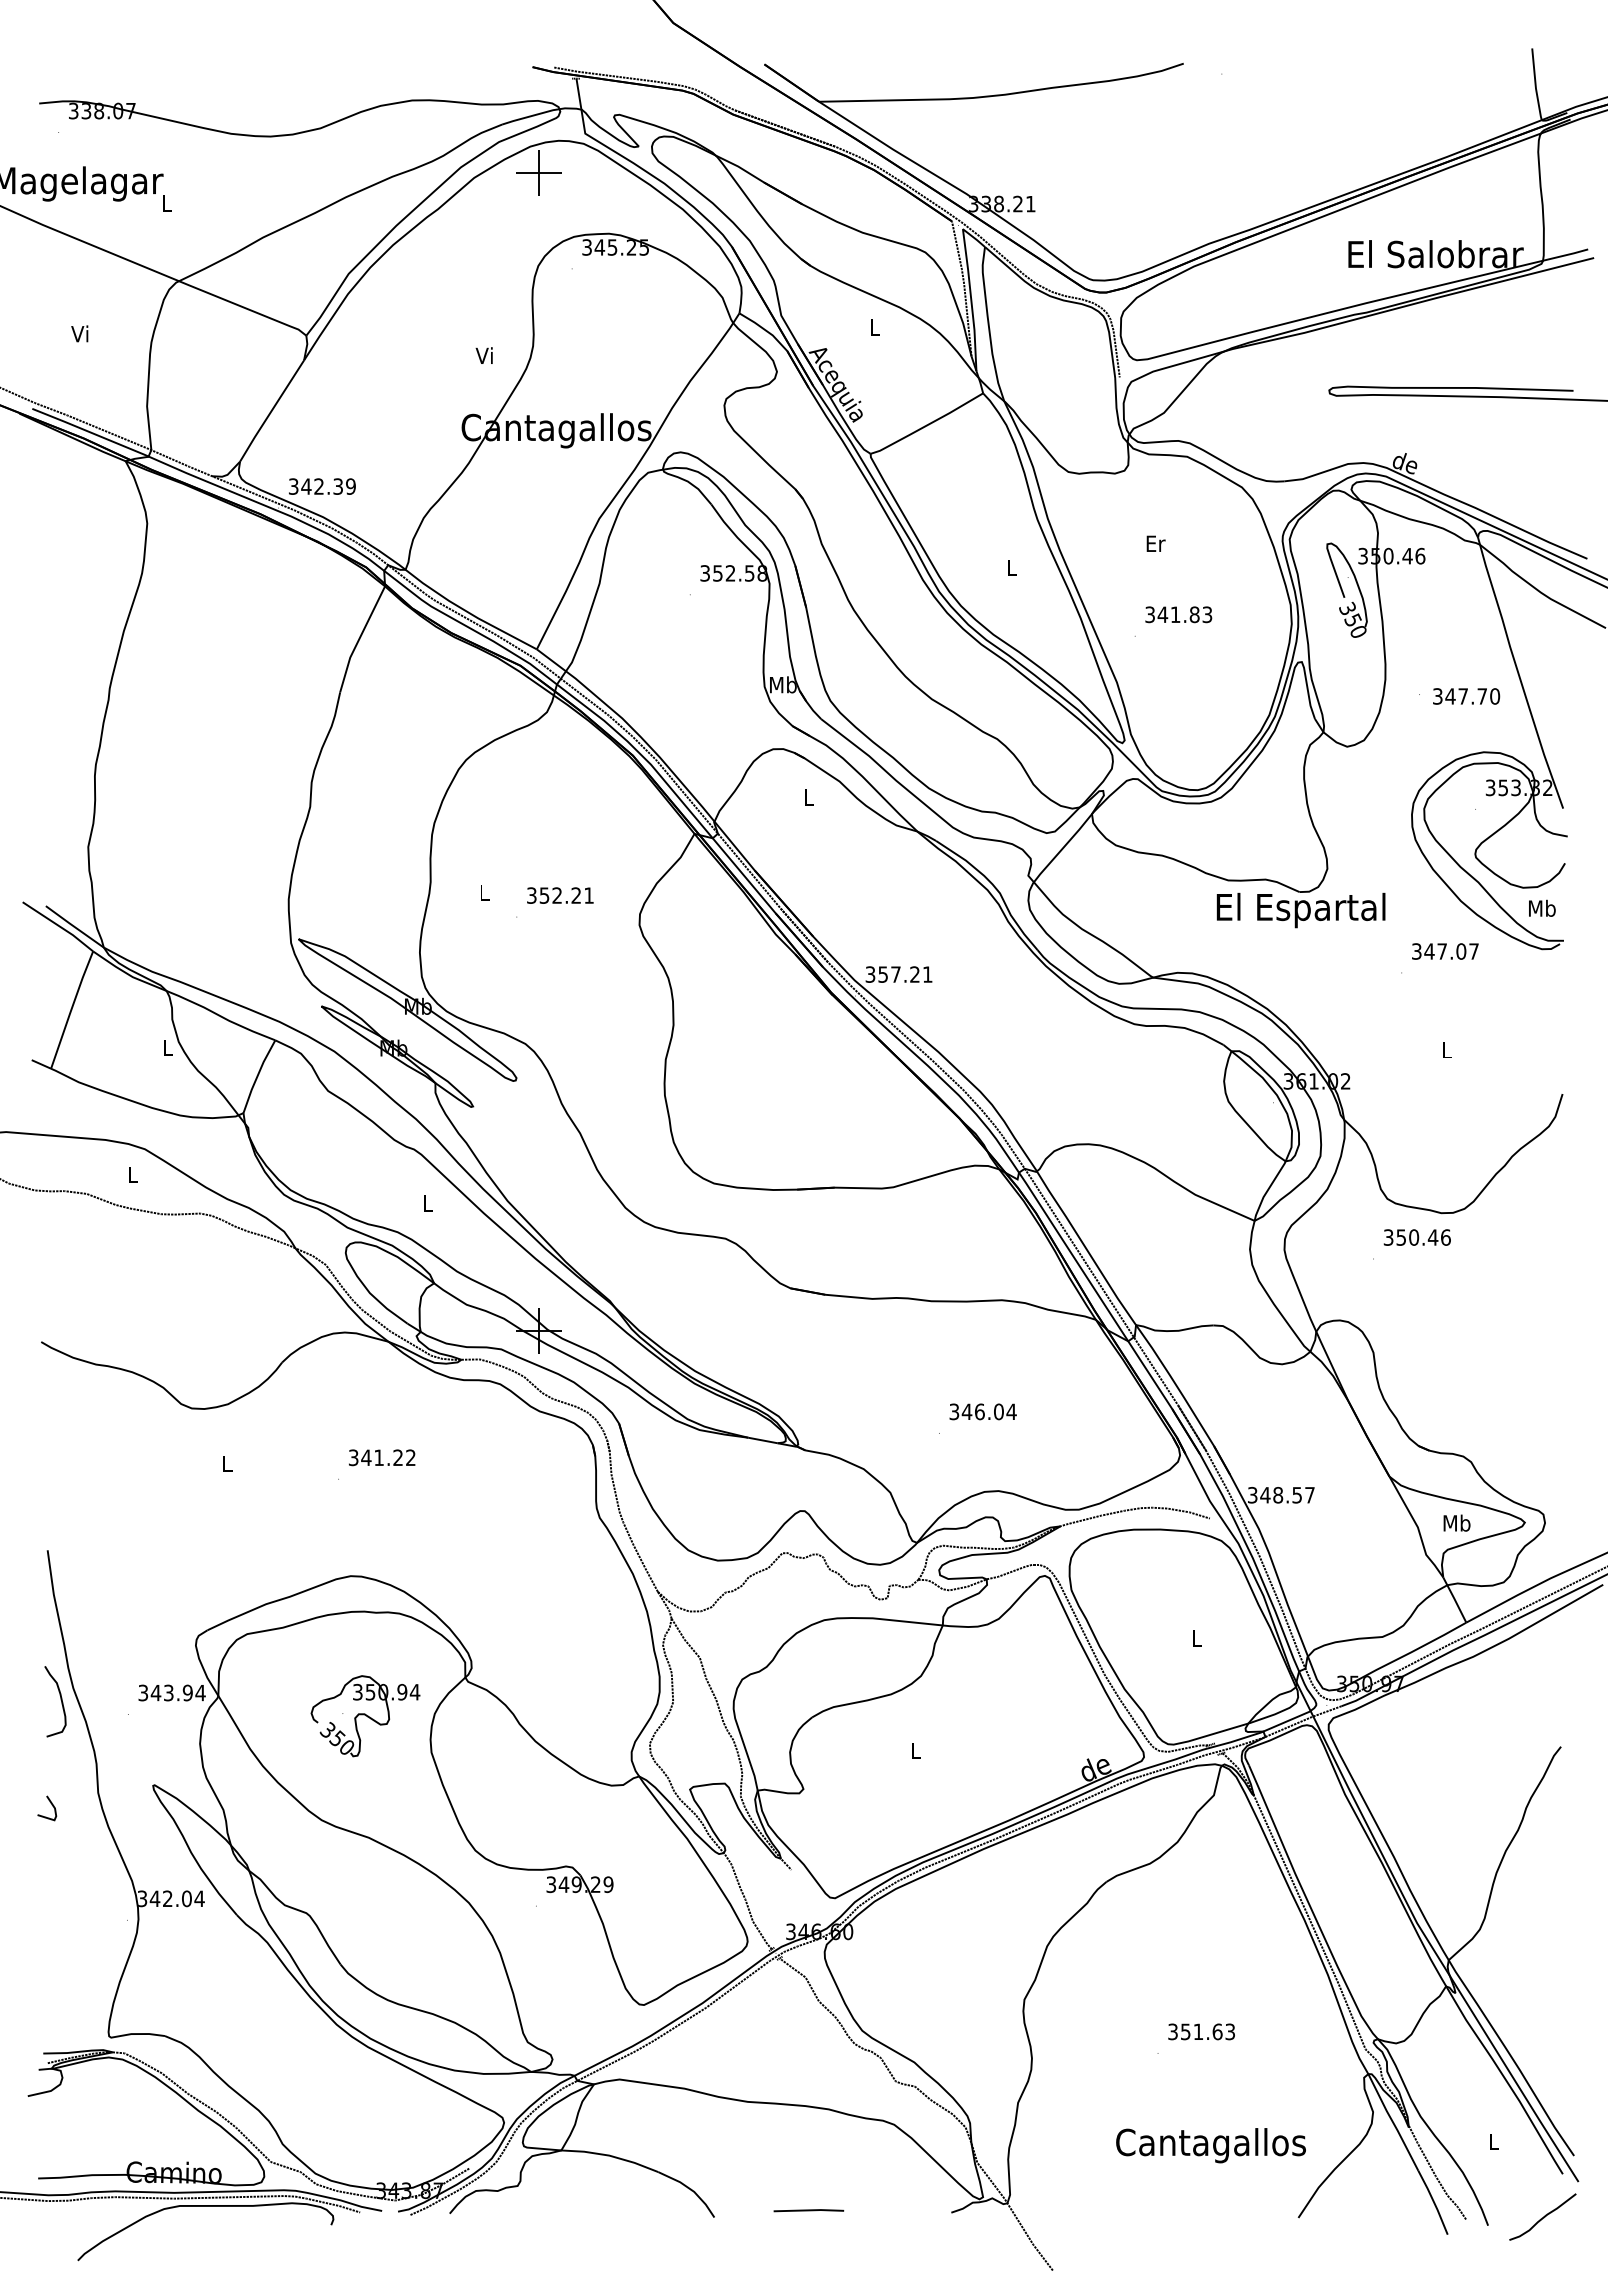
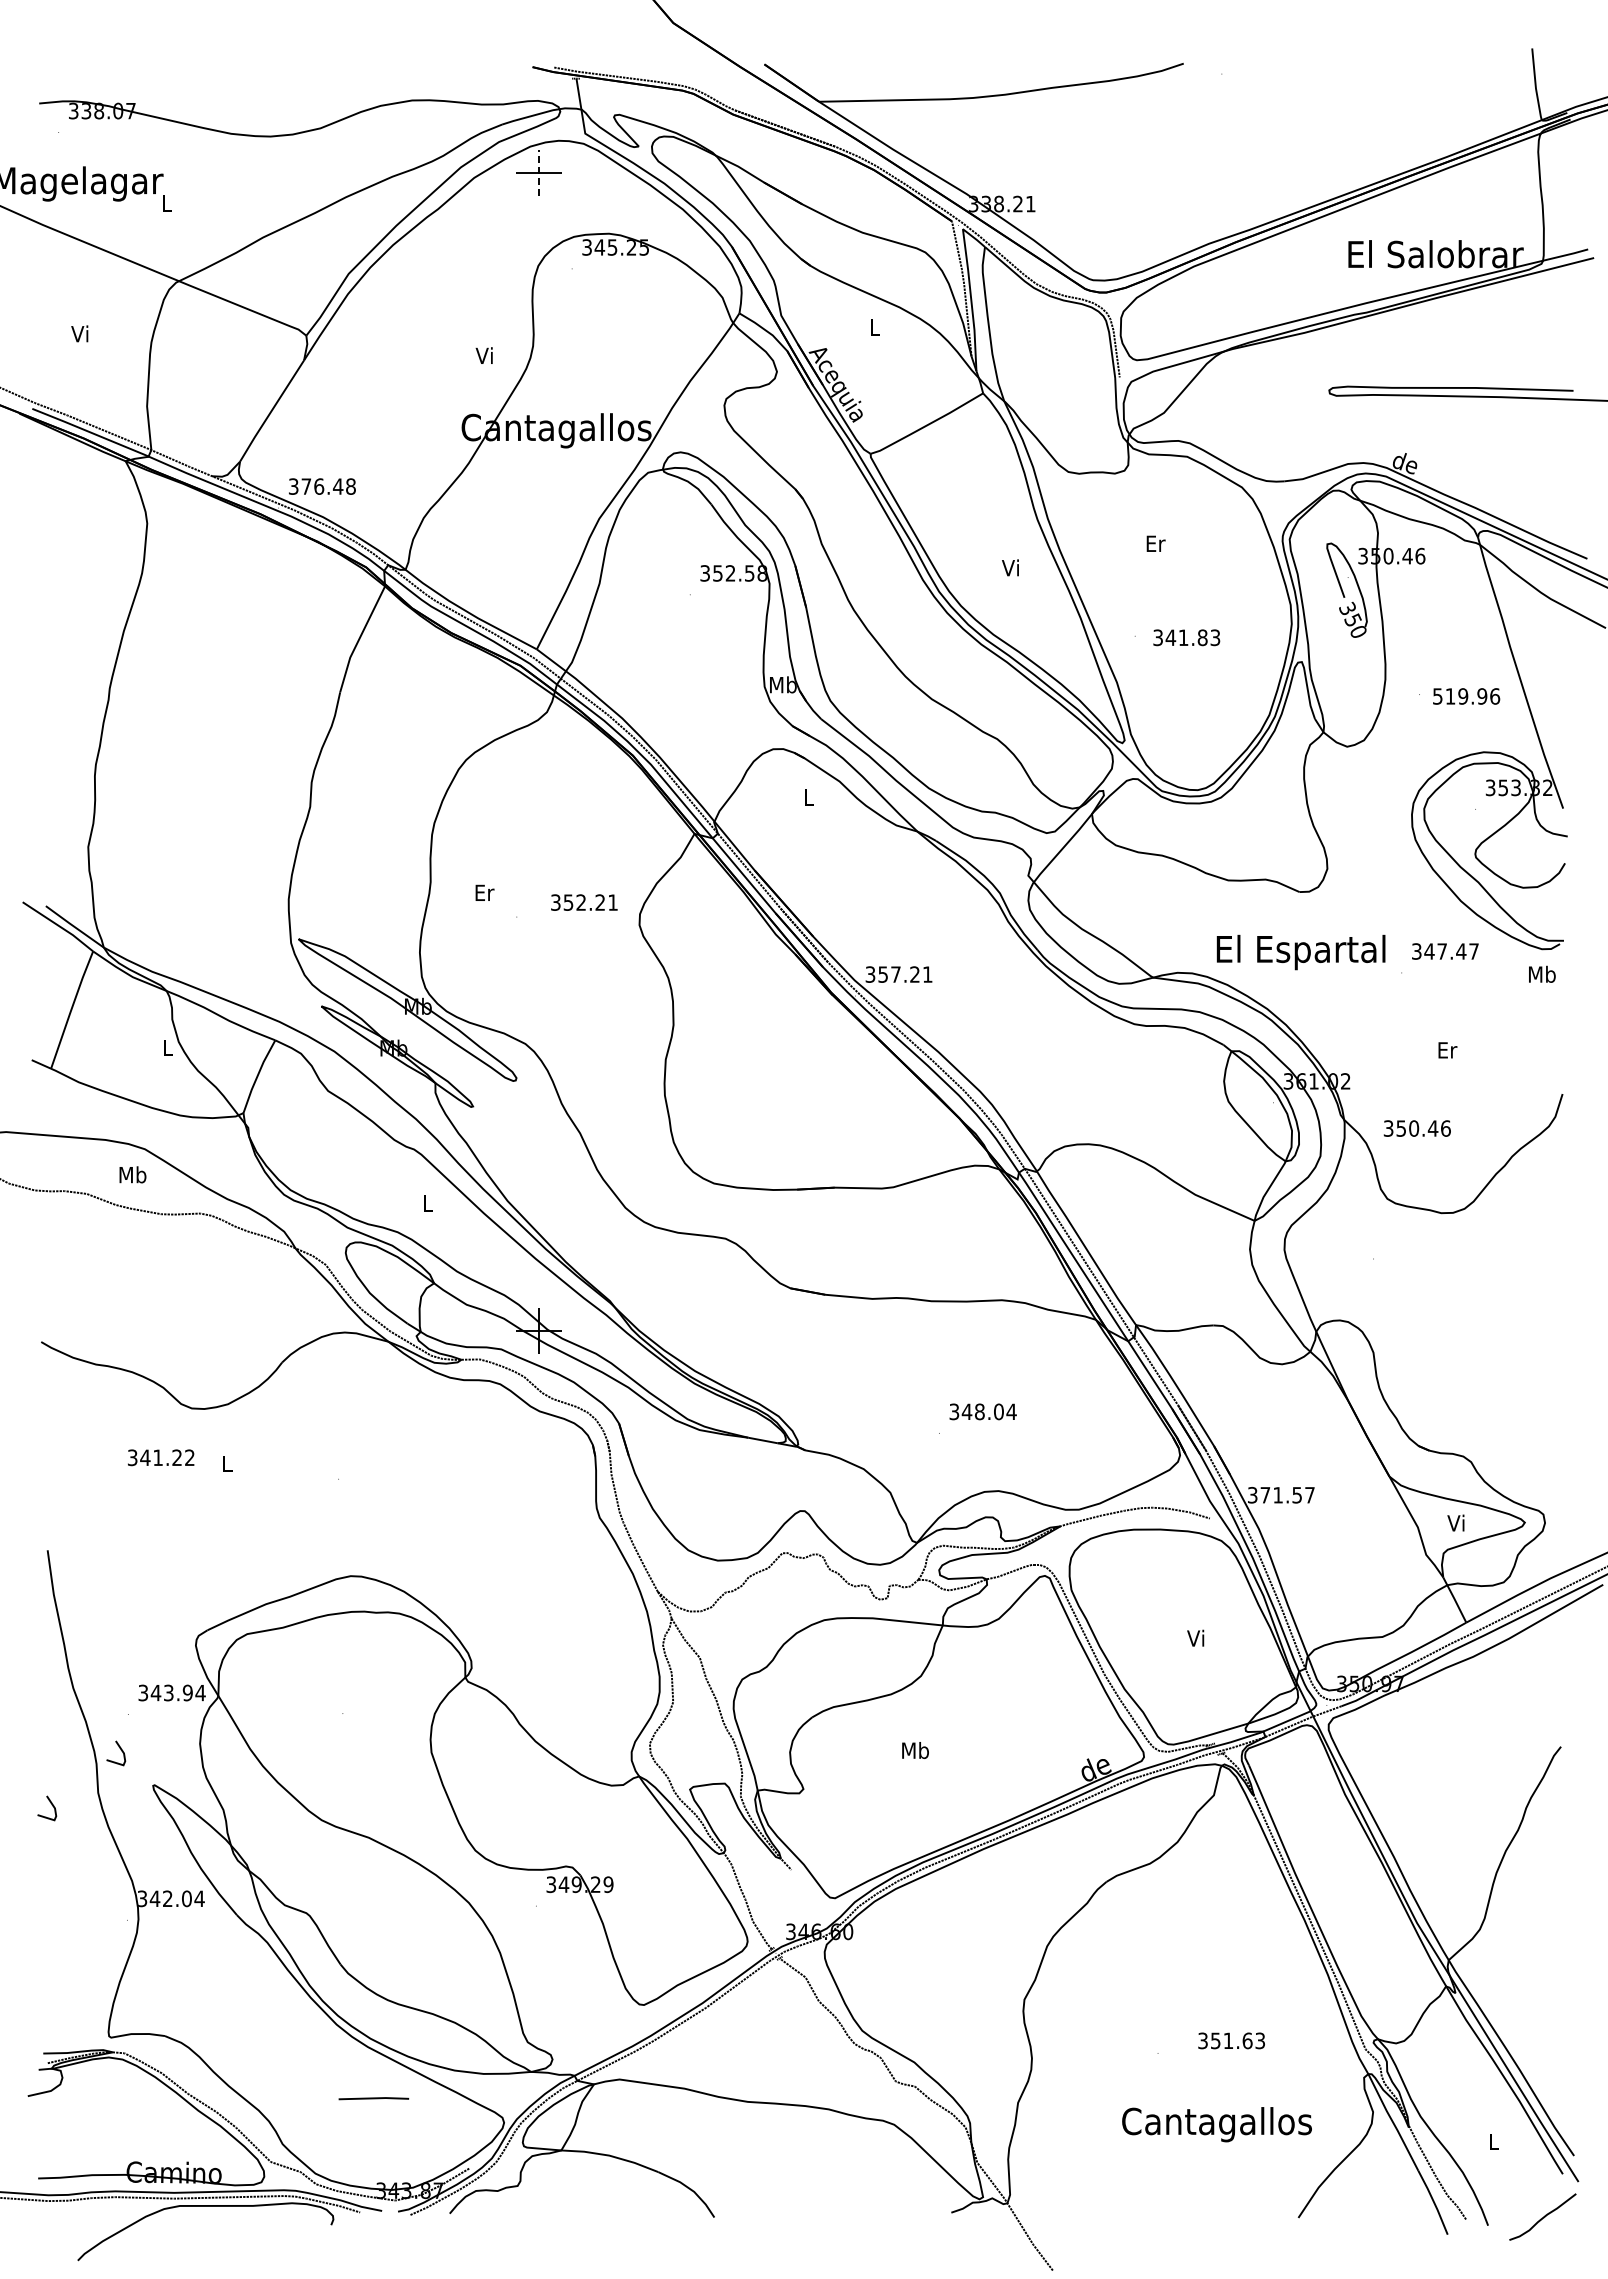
line at (539, 172): solid -> dashed
text at (328, 486): 342.39 -> 376.48
text at (1010, 567): L -> Vi
text at (1178, 614) position: (1178, 614) -> (1186, 637)
text at (1466, 696): 347.70 -> 519.96
text at (484, 892): L -> Er
text at (560, 895) position: (560, 895) -> (584, 902)
text at (1542, 907) position: (1542, 907) -> (1542, 973)
text at (1300, 910) position: (1300, 910) -> (1300, 952)
text at (1461, 951): 347.07 -> 347.47
text at (1447, 1050): L -> Er
text at (132, 1174): L -> Mb
text at (1416, 1237) position: (1416, 1237) -> (1416, 1128)
text at (979, 1411): 346.04 -> 348.04
text at (382, 1457) position: (382, 1457) -> (161, 1457)
text at (1271, 1494): 348.57 -> 371.57
text at (1456, 1522): Mb -> Vi
text at (1195, 1637): L -> Vi
curve at (60, 1700): present -> none
part at (365, 1716): present -> none
text at (915, 1750): L -> Mb
line at (121, 1751): none -> present
text at (1201, 2031) position: (1201, 2031) -> (1231, 2040)
text at (1210, 2145) position: (1210, 2145) -> (1216, 2124)
line at (808, 2210) position: (808, 2210) -> (373, 2098)
